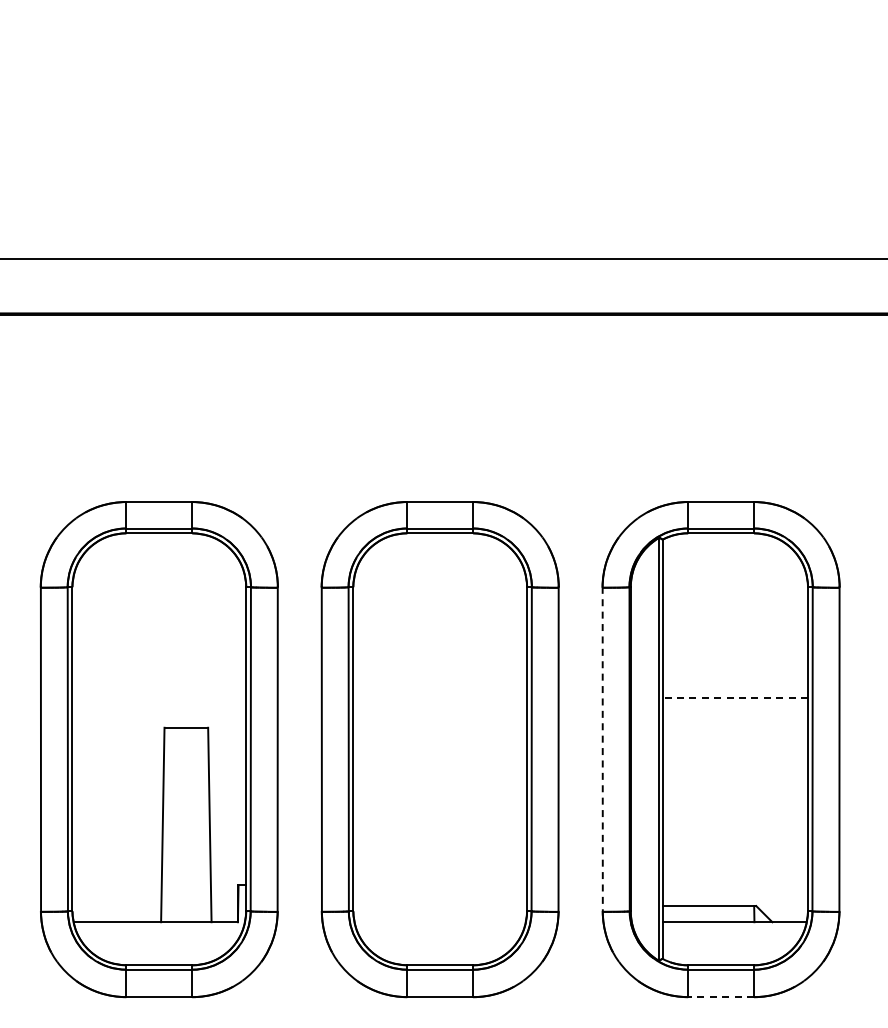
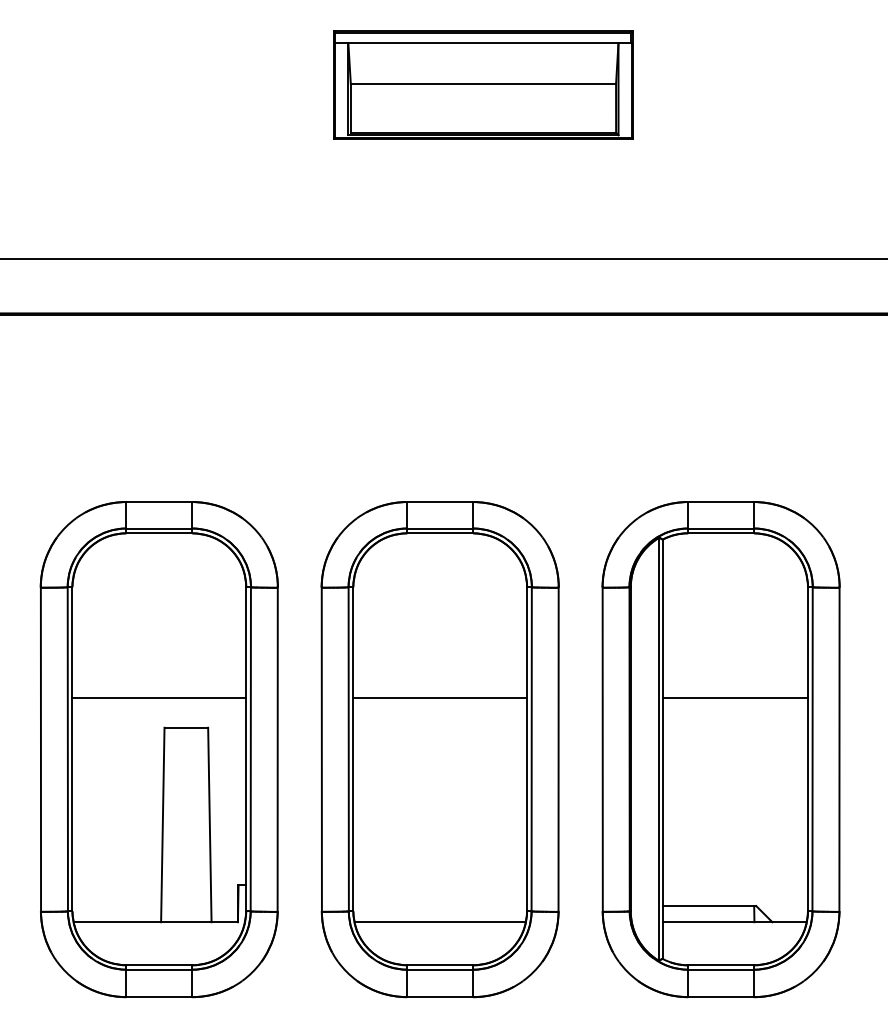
part at (483, 84): none -> present
line at (159, 697): none -> present
line at (440, 697): none -> present
line at (735, 697): dashed -> solid
line at (602, 749): dashed -> solid
line at (439, 922): none -> present
line at (721, 997): dashed -> solid
